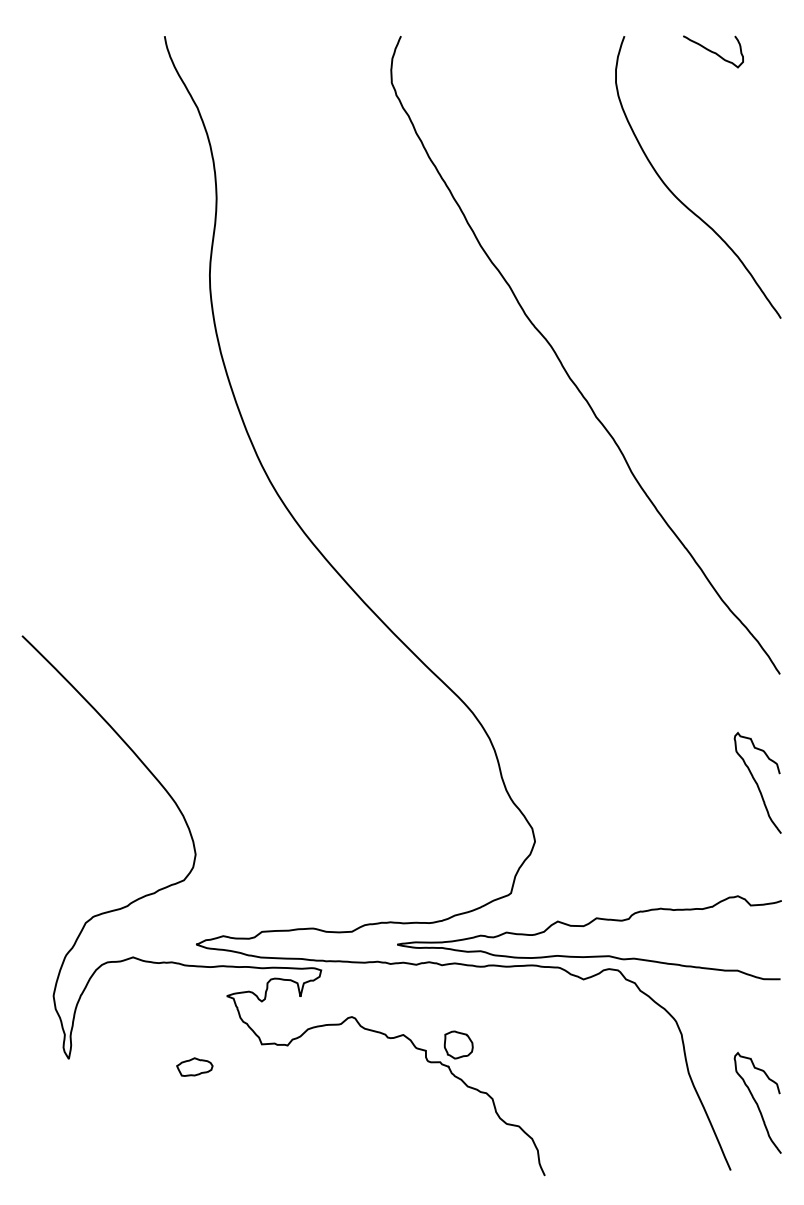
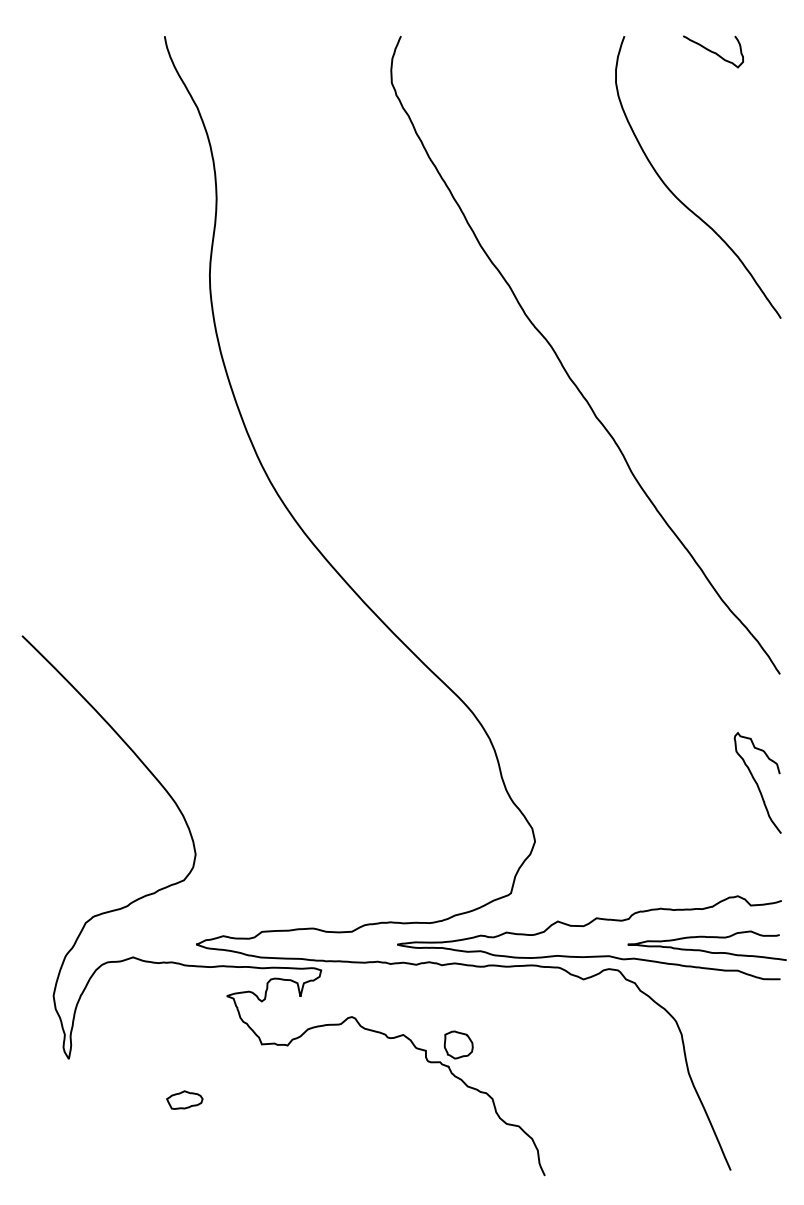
curve at (706, 950): none -> present
part at (194, 1066) position: (194, 1066) -> (184, 1099)
curve at (757, 1102): present -> none
